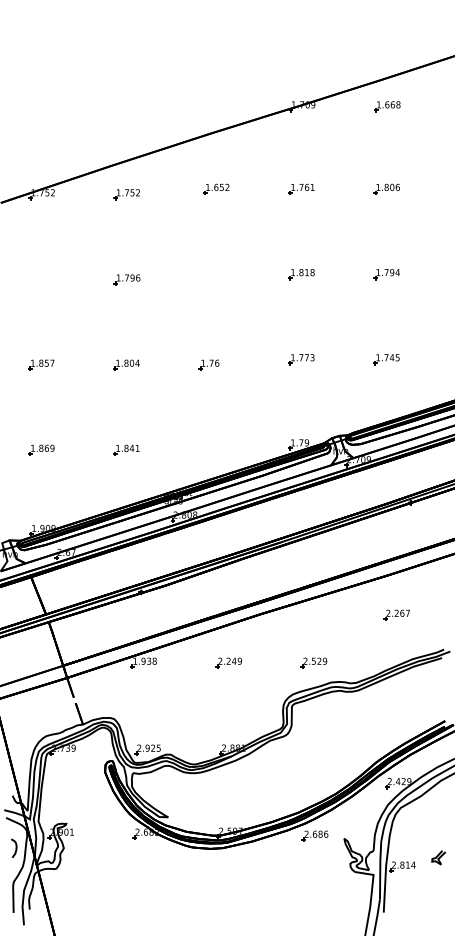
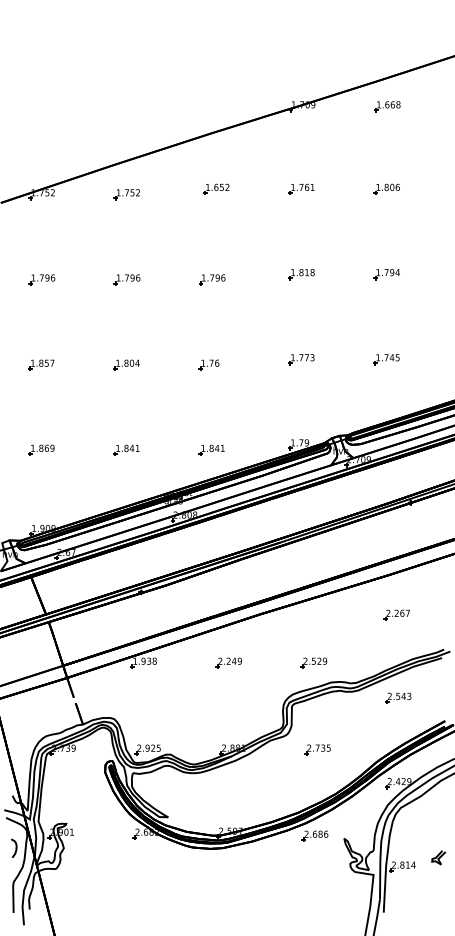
part at (41, 279): none -> present
part at (212, 279): none -> present
part at (211, 449): none -> present
part at (398, 697): none -> present
part at (317, 749): none -> present
